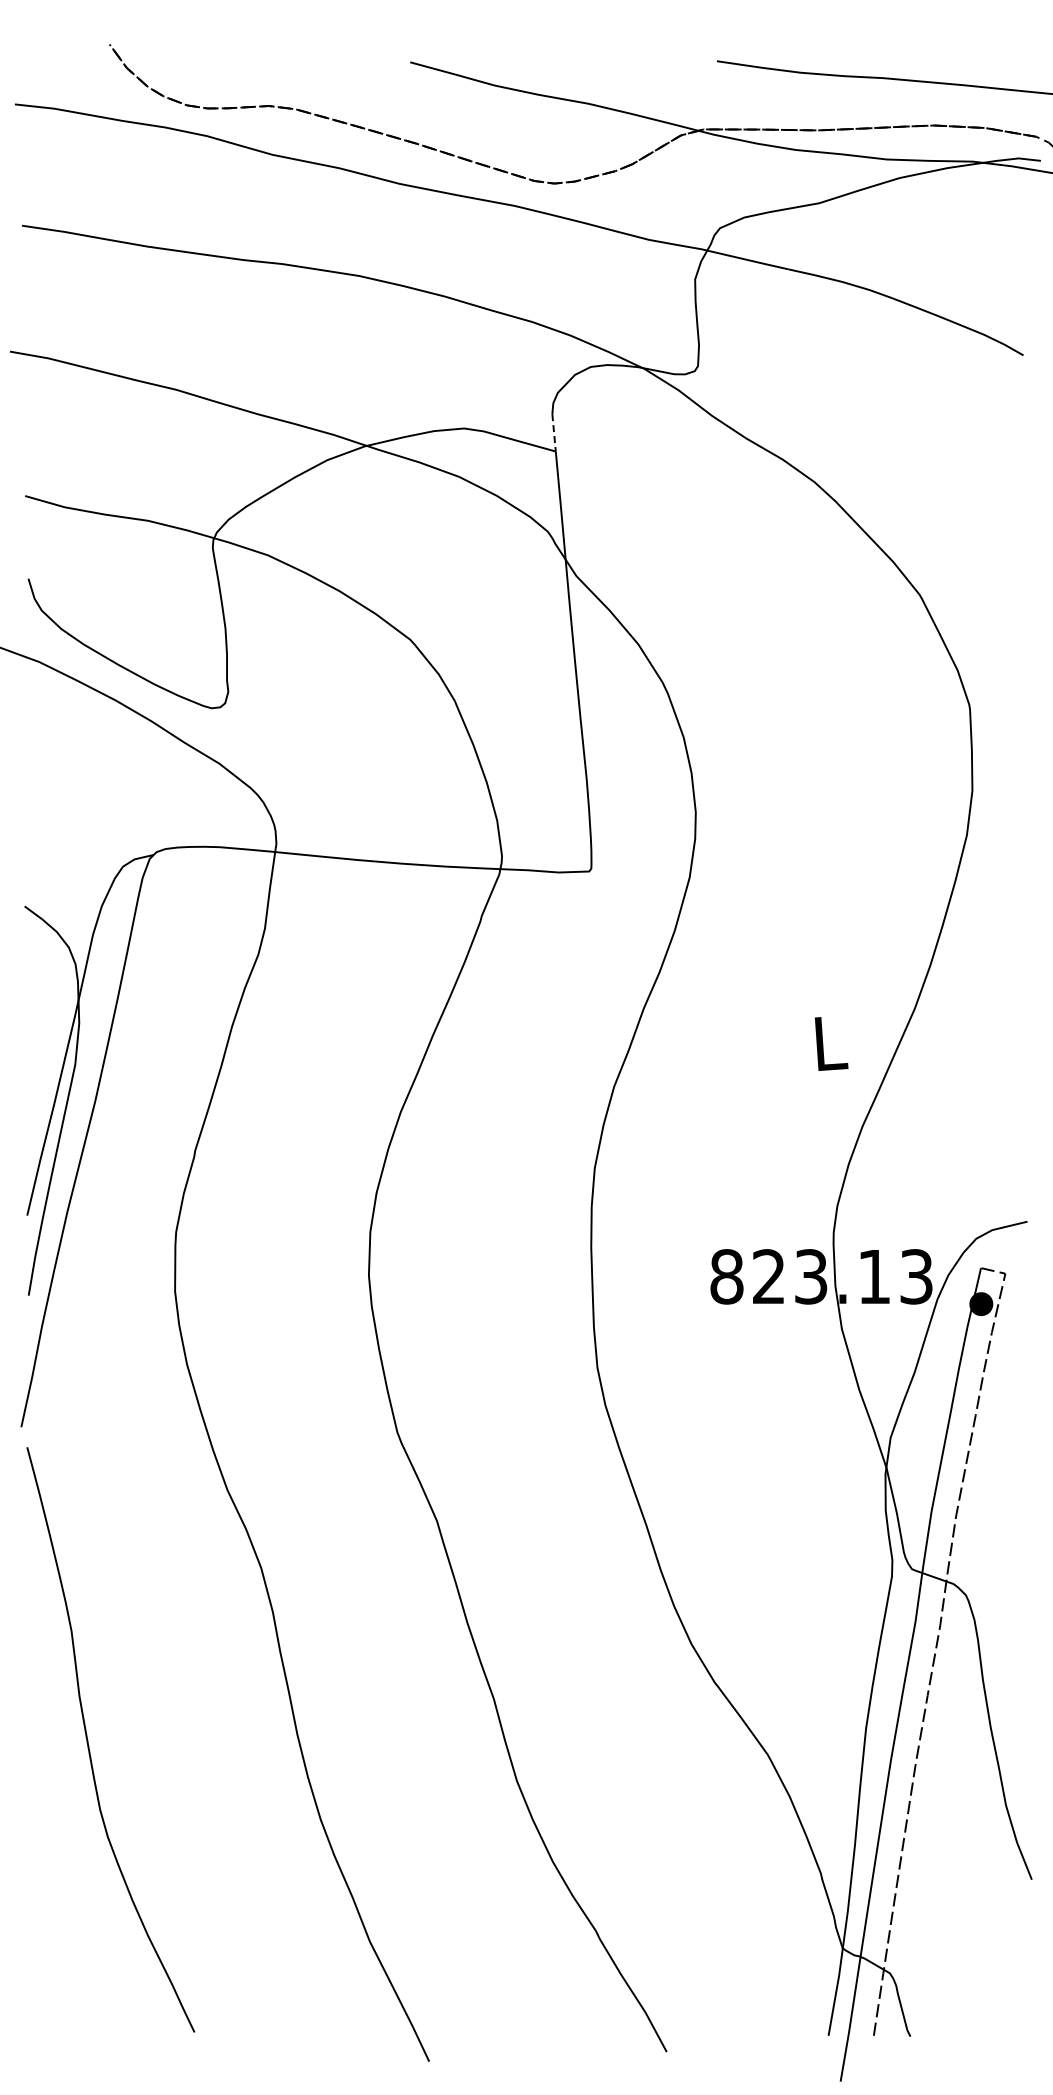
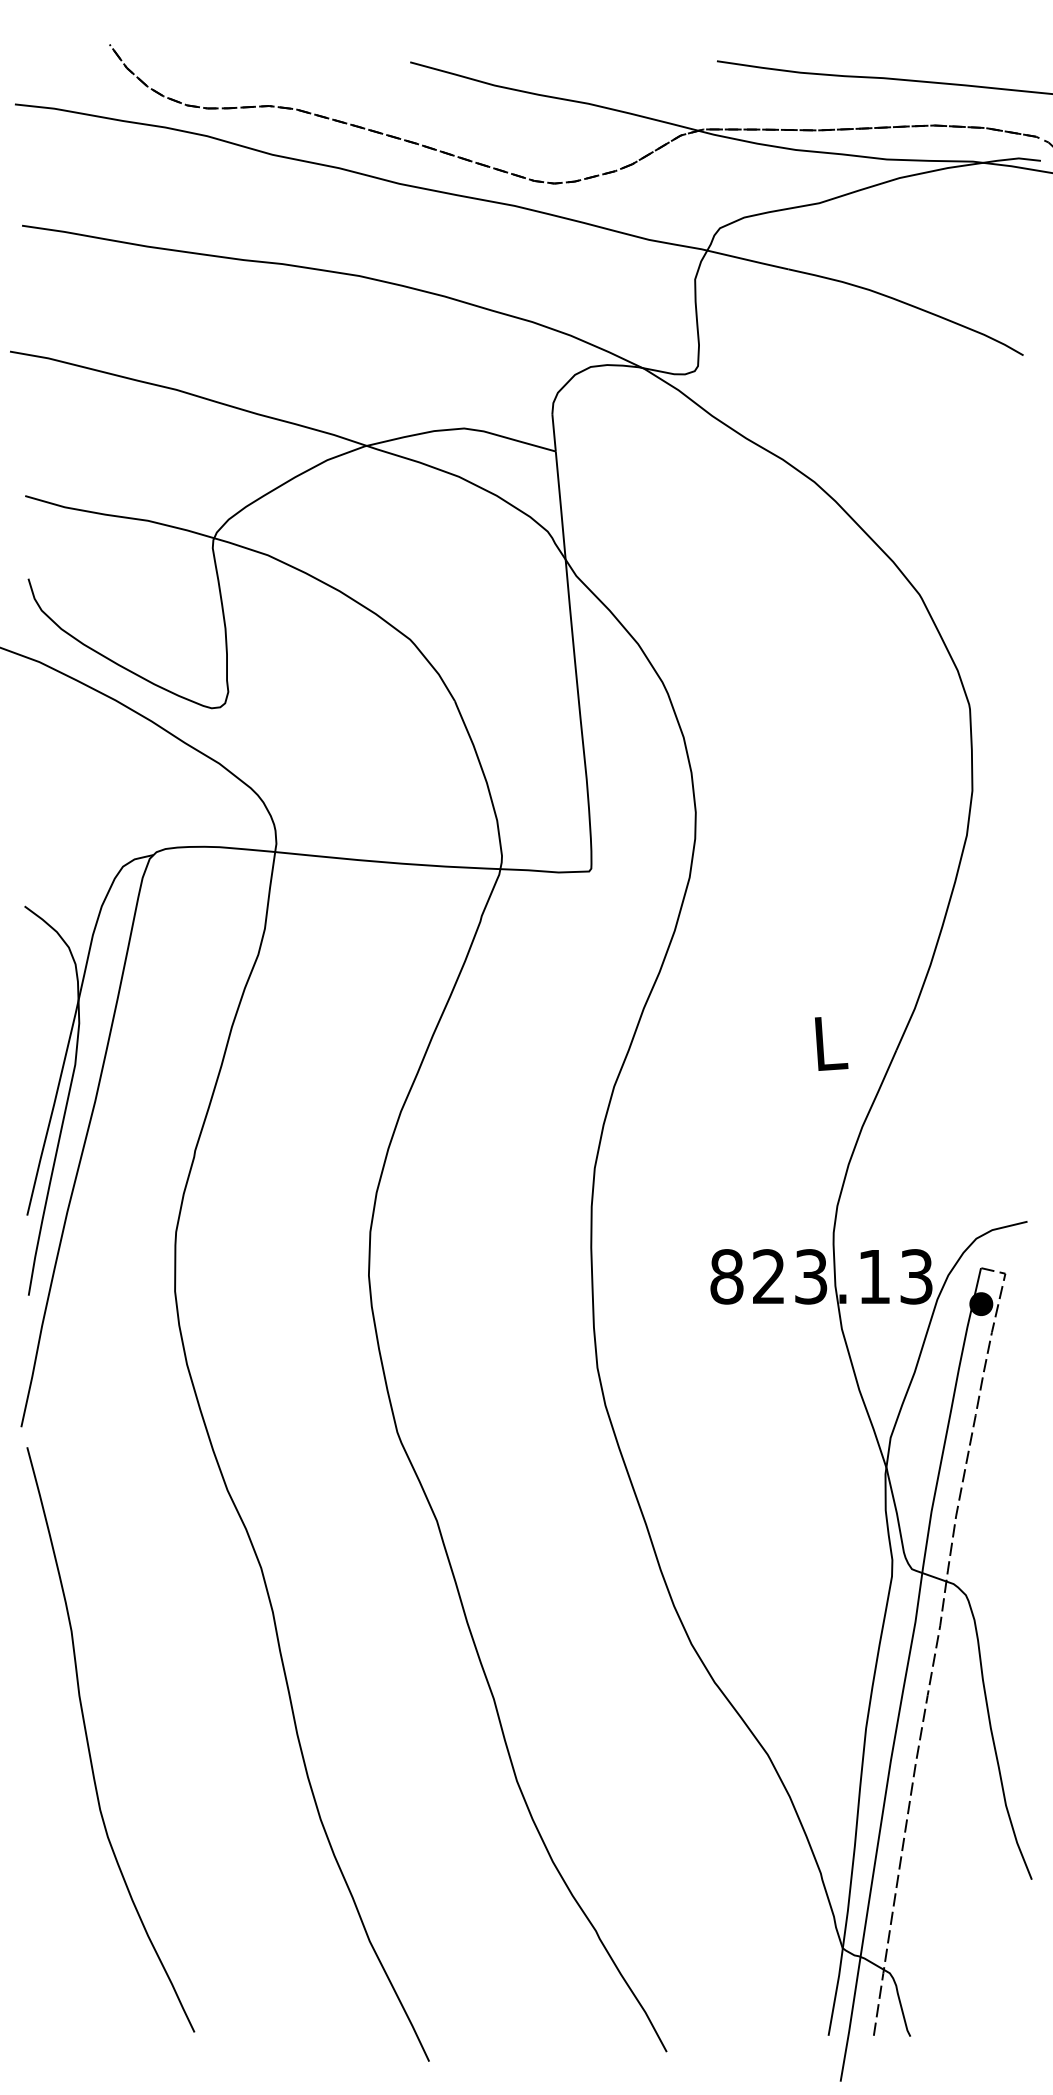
line at (554, 432): dashed -> solid
